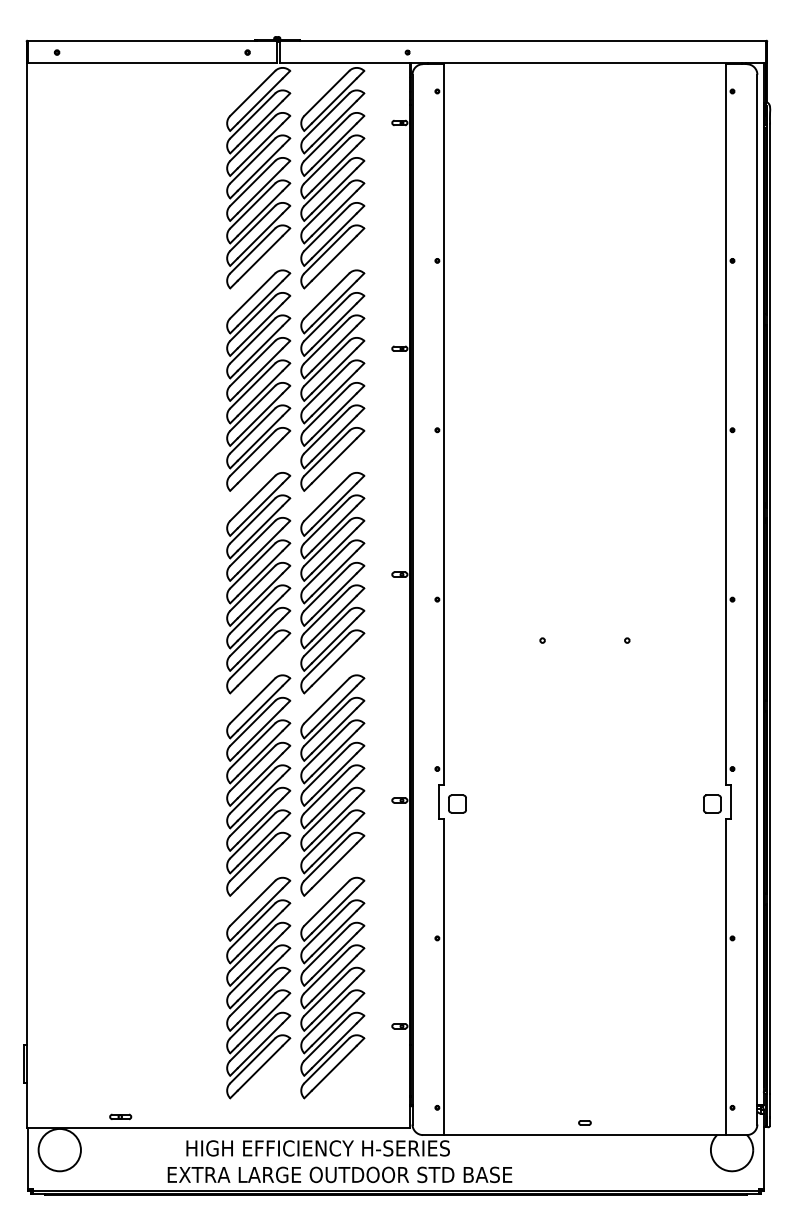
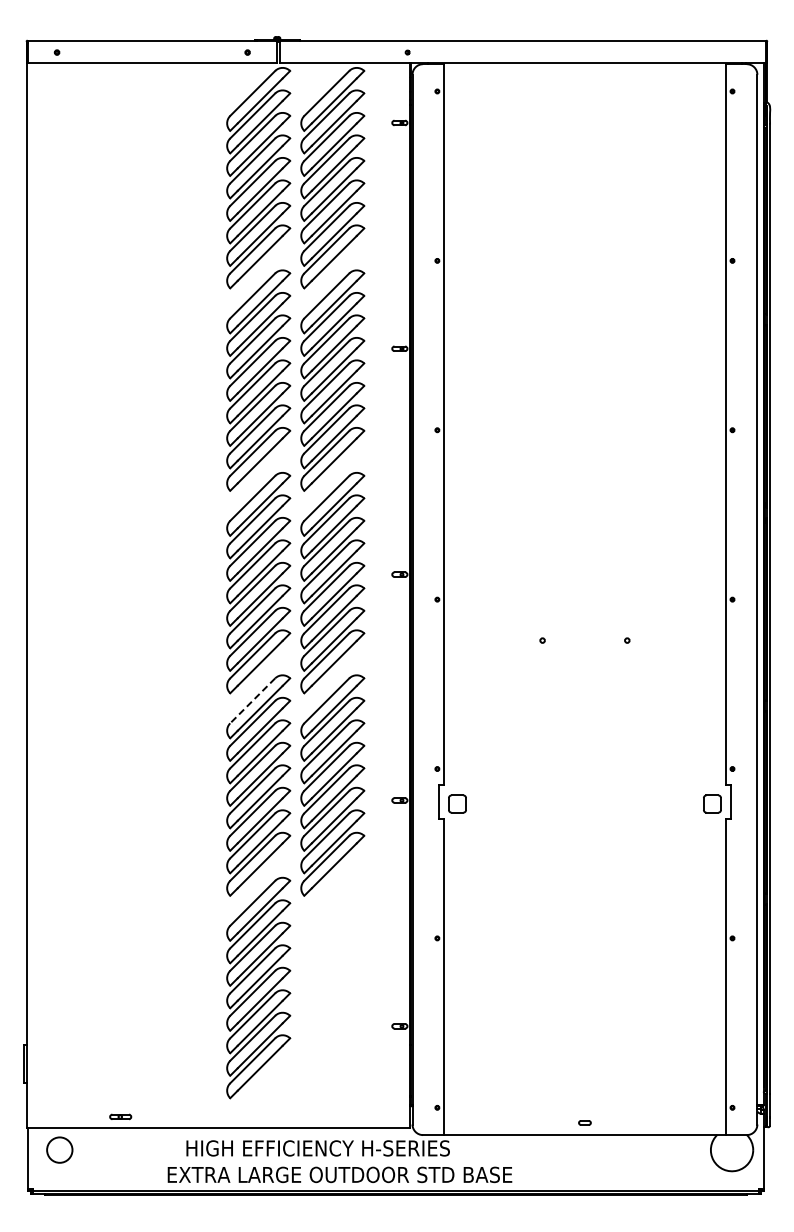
line at (252, 700): solid -> dashed
part at (332, 987): present -> none
circle at (59, 1149) diameter: 42 px -> 25 px
